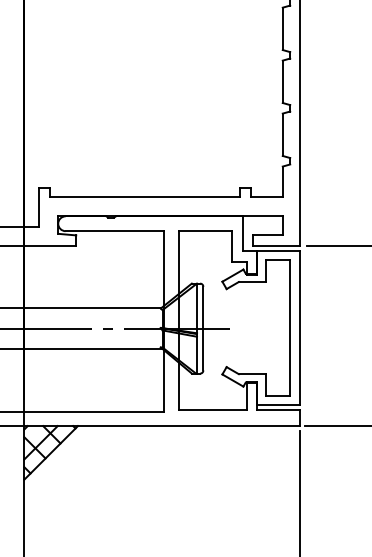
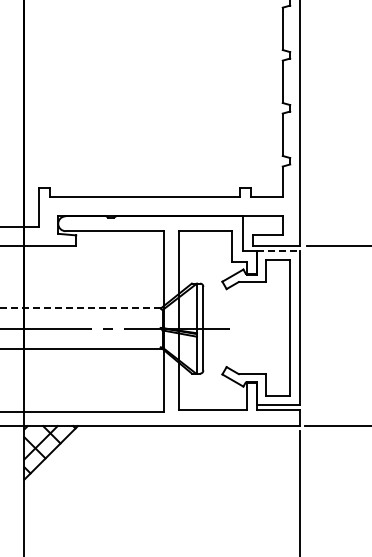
line at (279, 251): solid -> dashed
line at (79, 308): solid -> dashed
